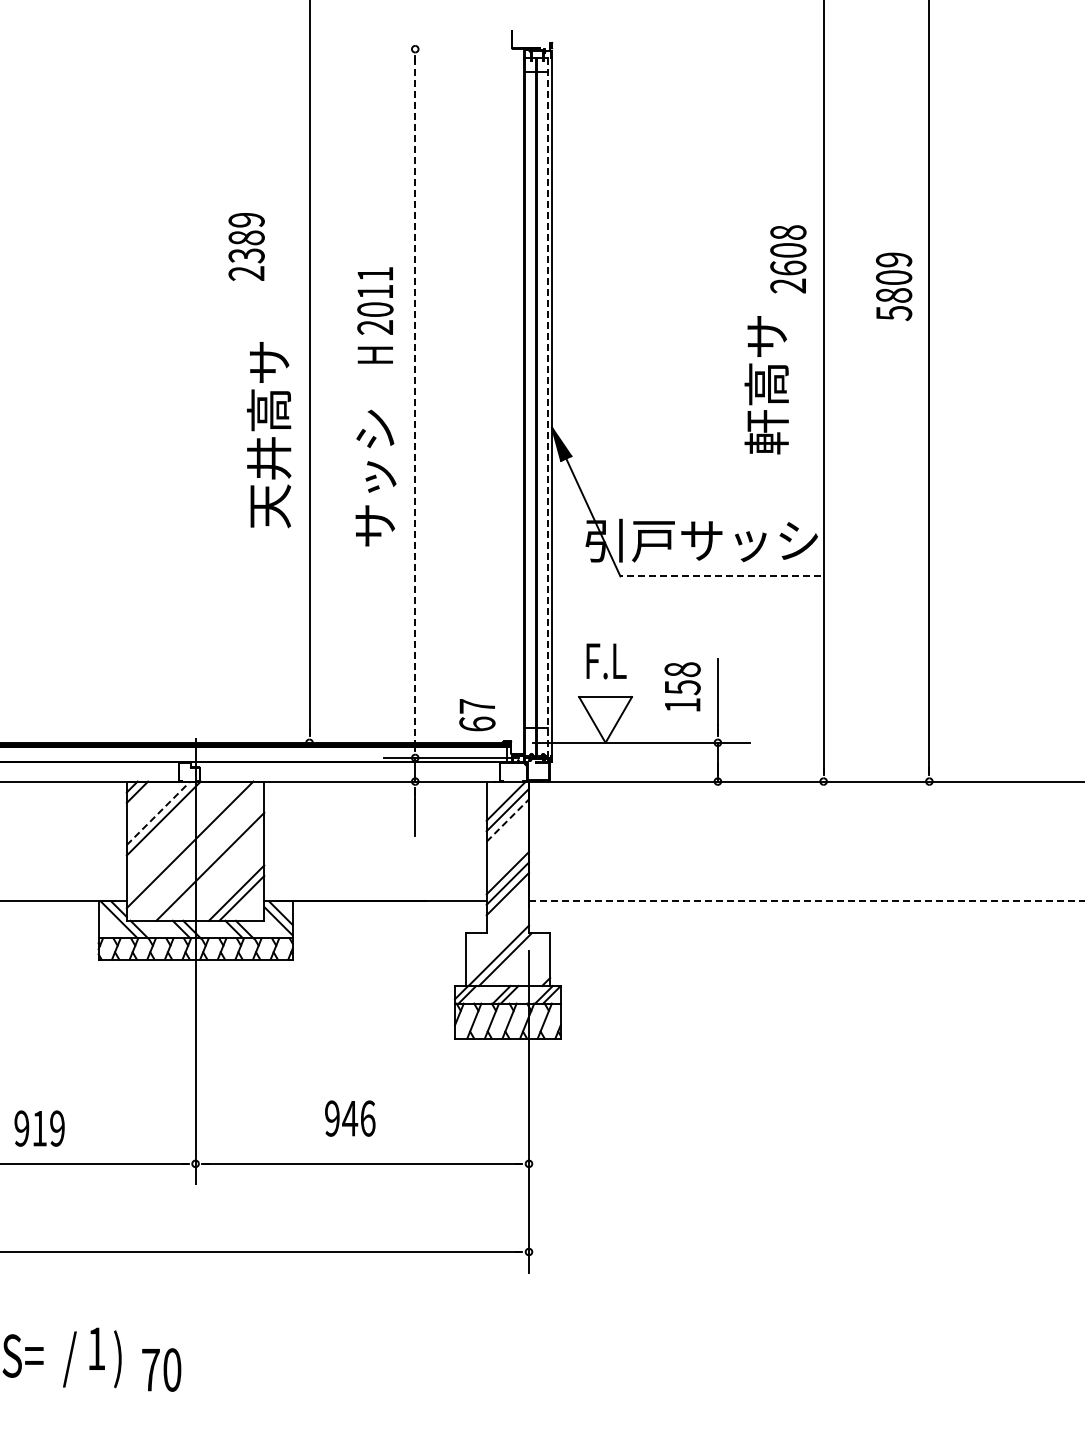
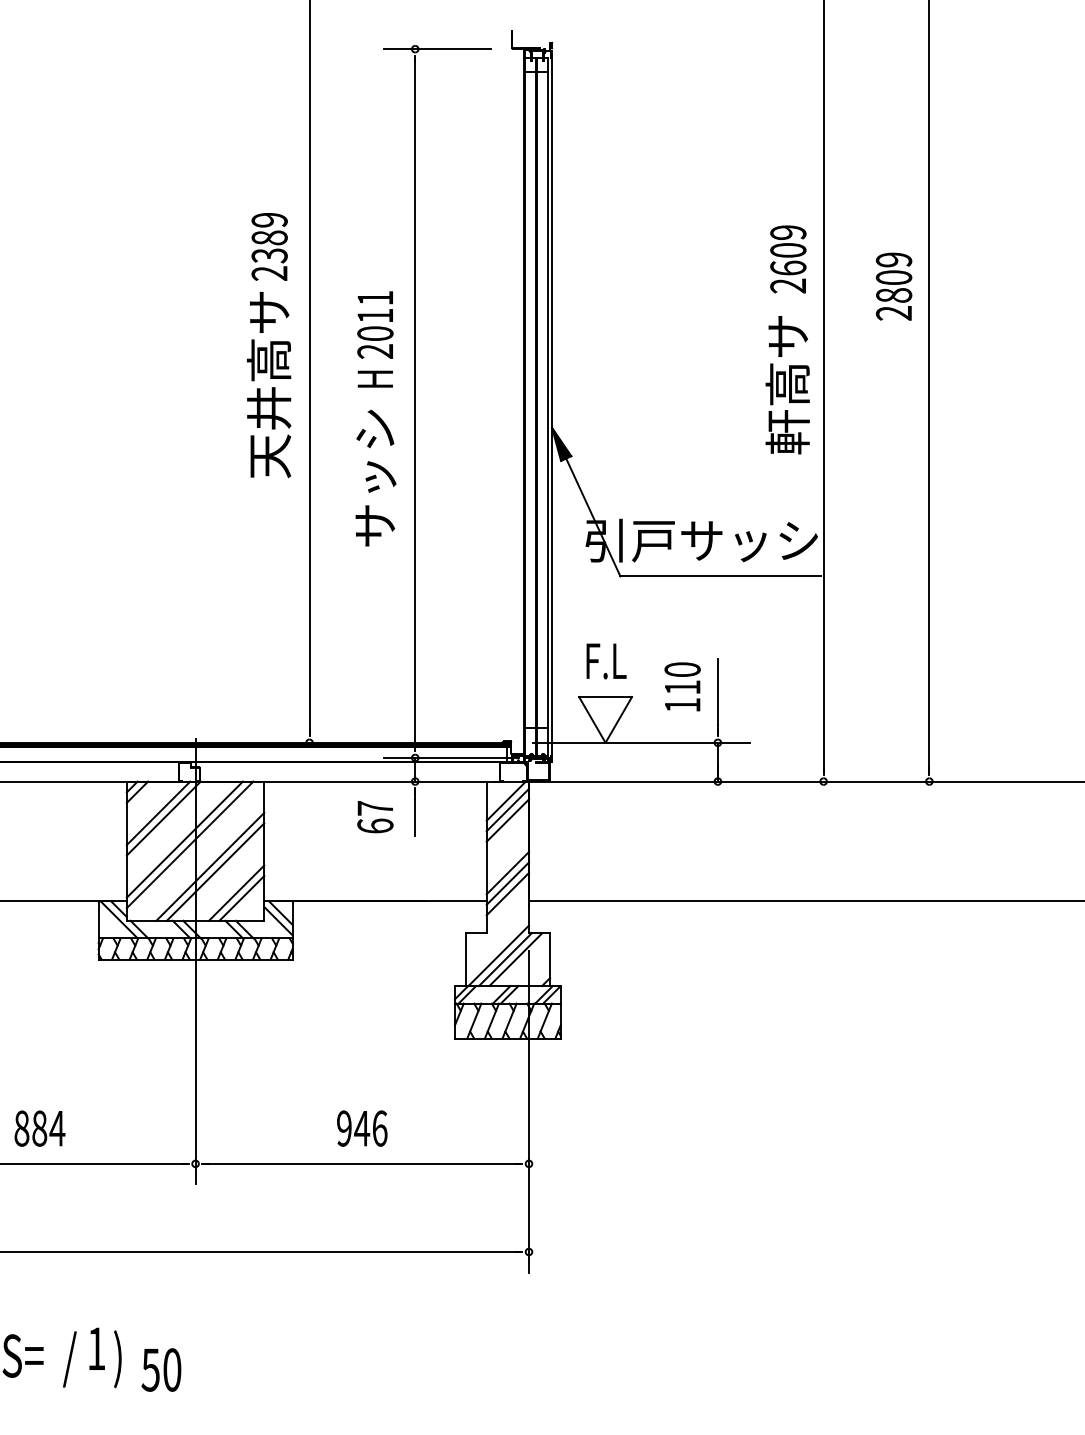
line at (437, 49): none -> present
text at (788, 232): 2608 -> 2609
text at (246, 246) position: (246, 246) -> (269, 246)
text at (894, 313): 5809 -> 2809
text at (375, 315) position: (375, 315) -> (375, 339)
text at (766, 385) position: (766, 385) -> (787, 385)
line at (415, 403): dashed -> solid
line at (547, 407): dashed -> solid
text at (269, 435) position: (269, 435) -> (269, 385)
line at (720, 576): dashed -> solid
text at (682, 678): 158 -> 110
text at (477, 715) position: (477, 715) -> (375, 817)
line at (158, 813): dashed -> solid
line at (507, 820): dashed -> solid
line at (184, 839): none -> present
line at (215, 871): none -> present
line at (806, 901): dashed -> solid
line at (515, 959): none -> present
text at (350, 1118) position: (350, 1118) -> (362, 1128)
text at (39, 1128): 919 -> 884
text at (150, 1370): 70 -> 50
